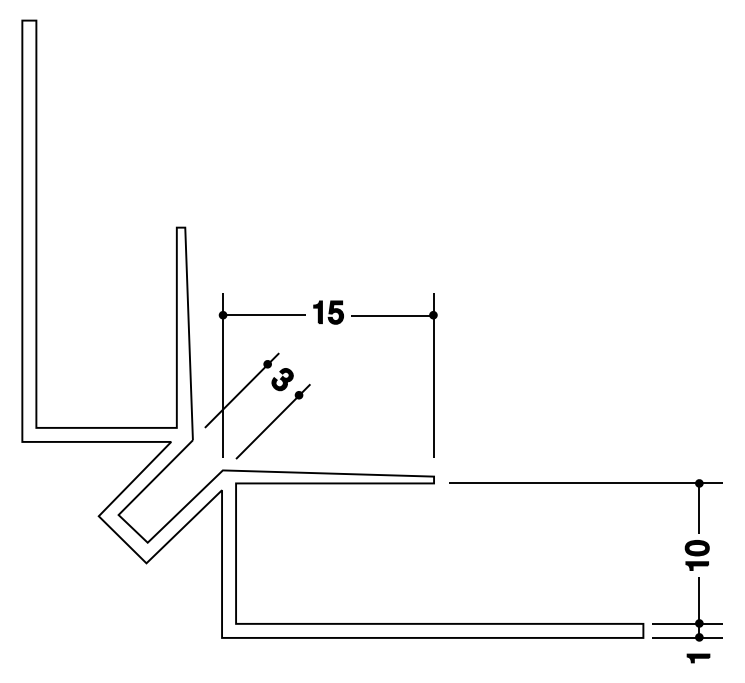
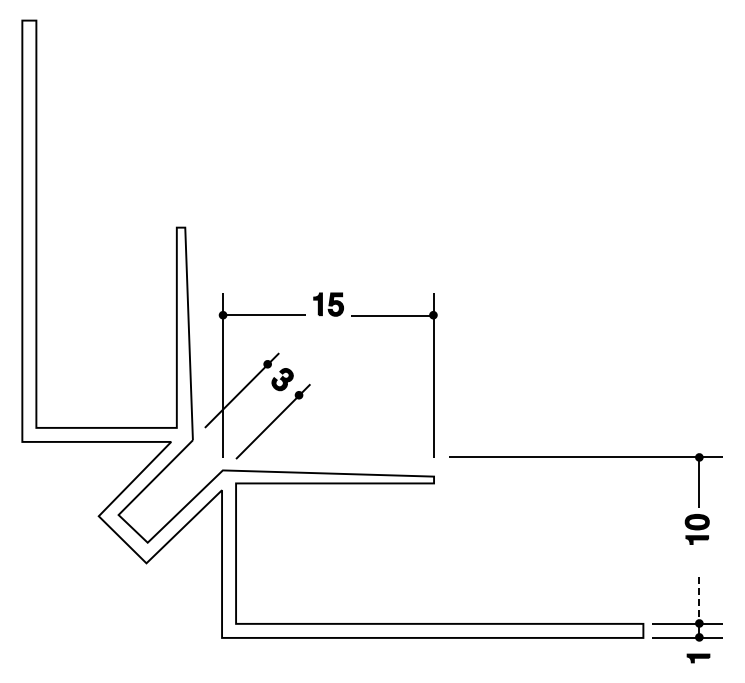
part at (328, 312) position: (328, 312) -> (328, 304)
part at (585, 483) position: (585, 483) -> (585, 457)
line at (699, 600): solid -> dashed
